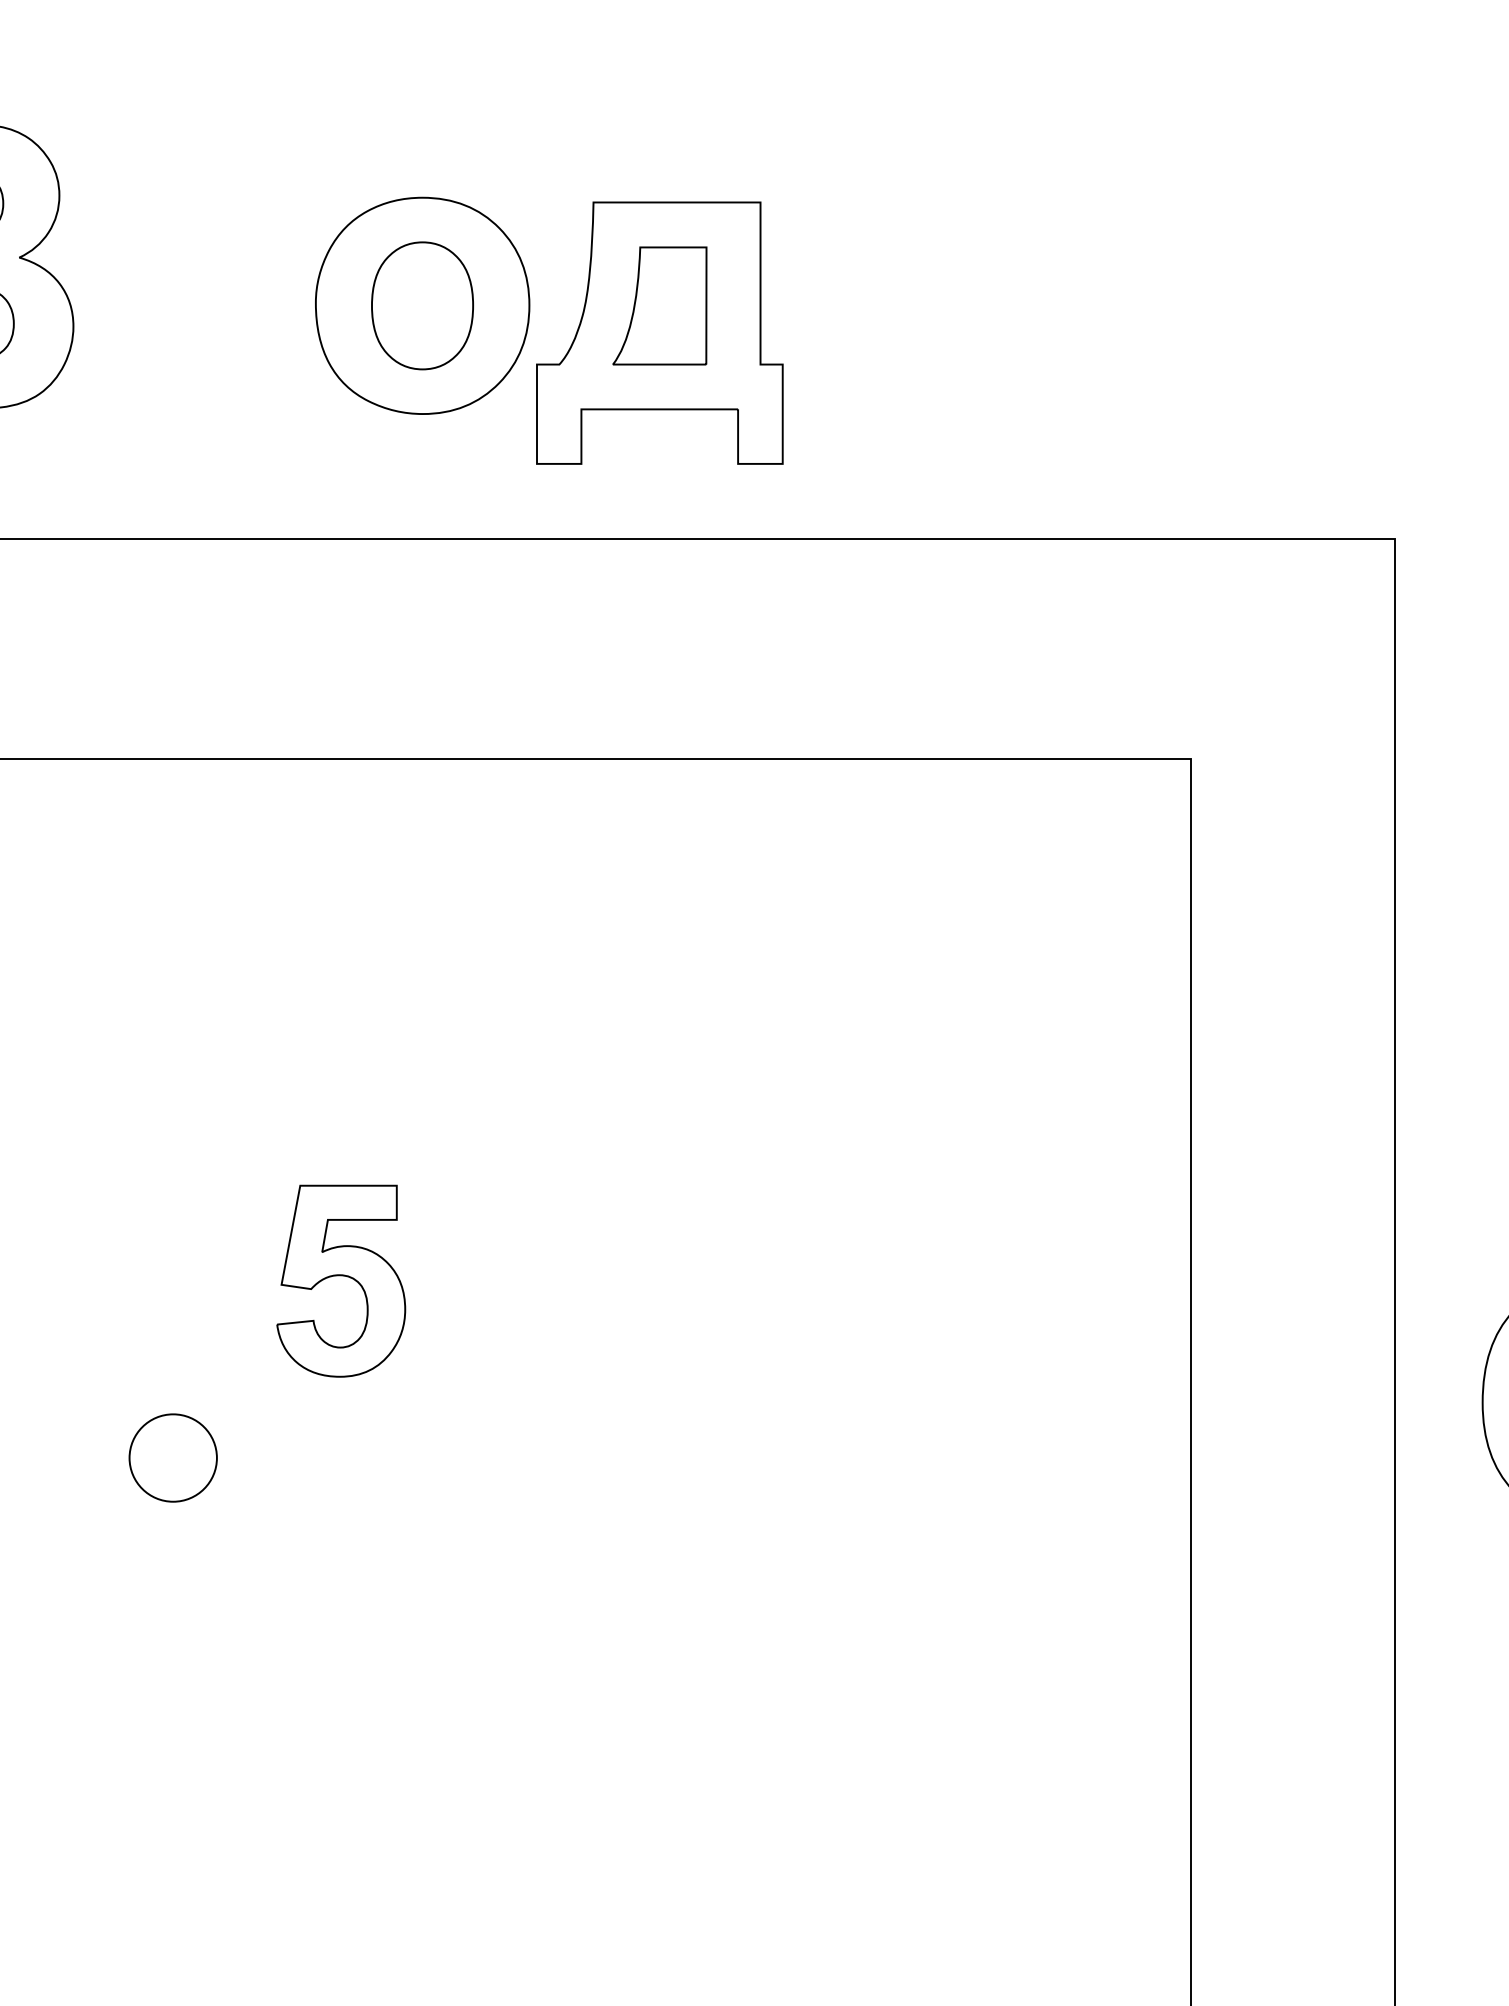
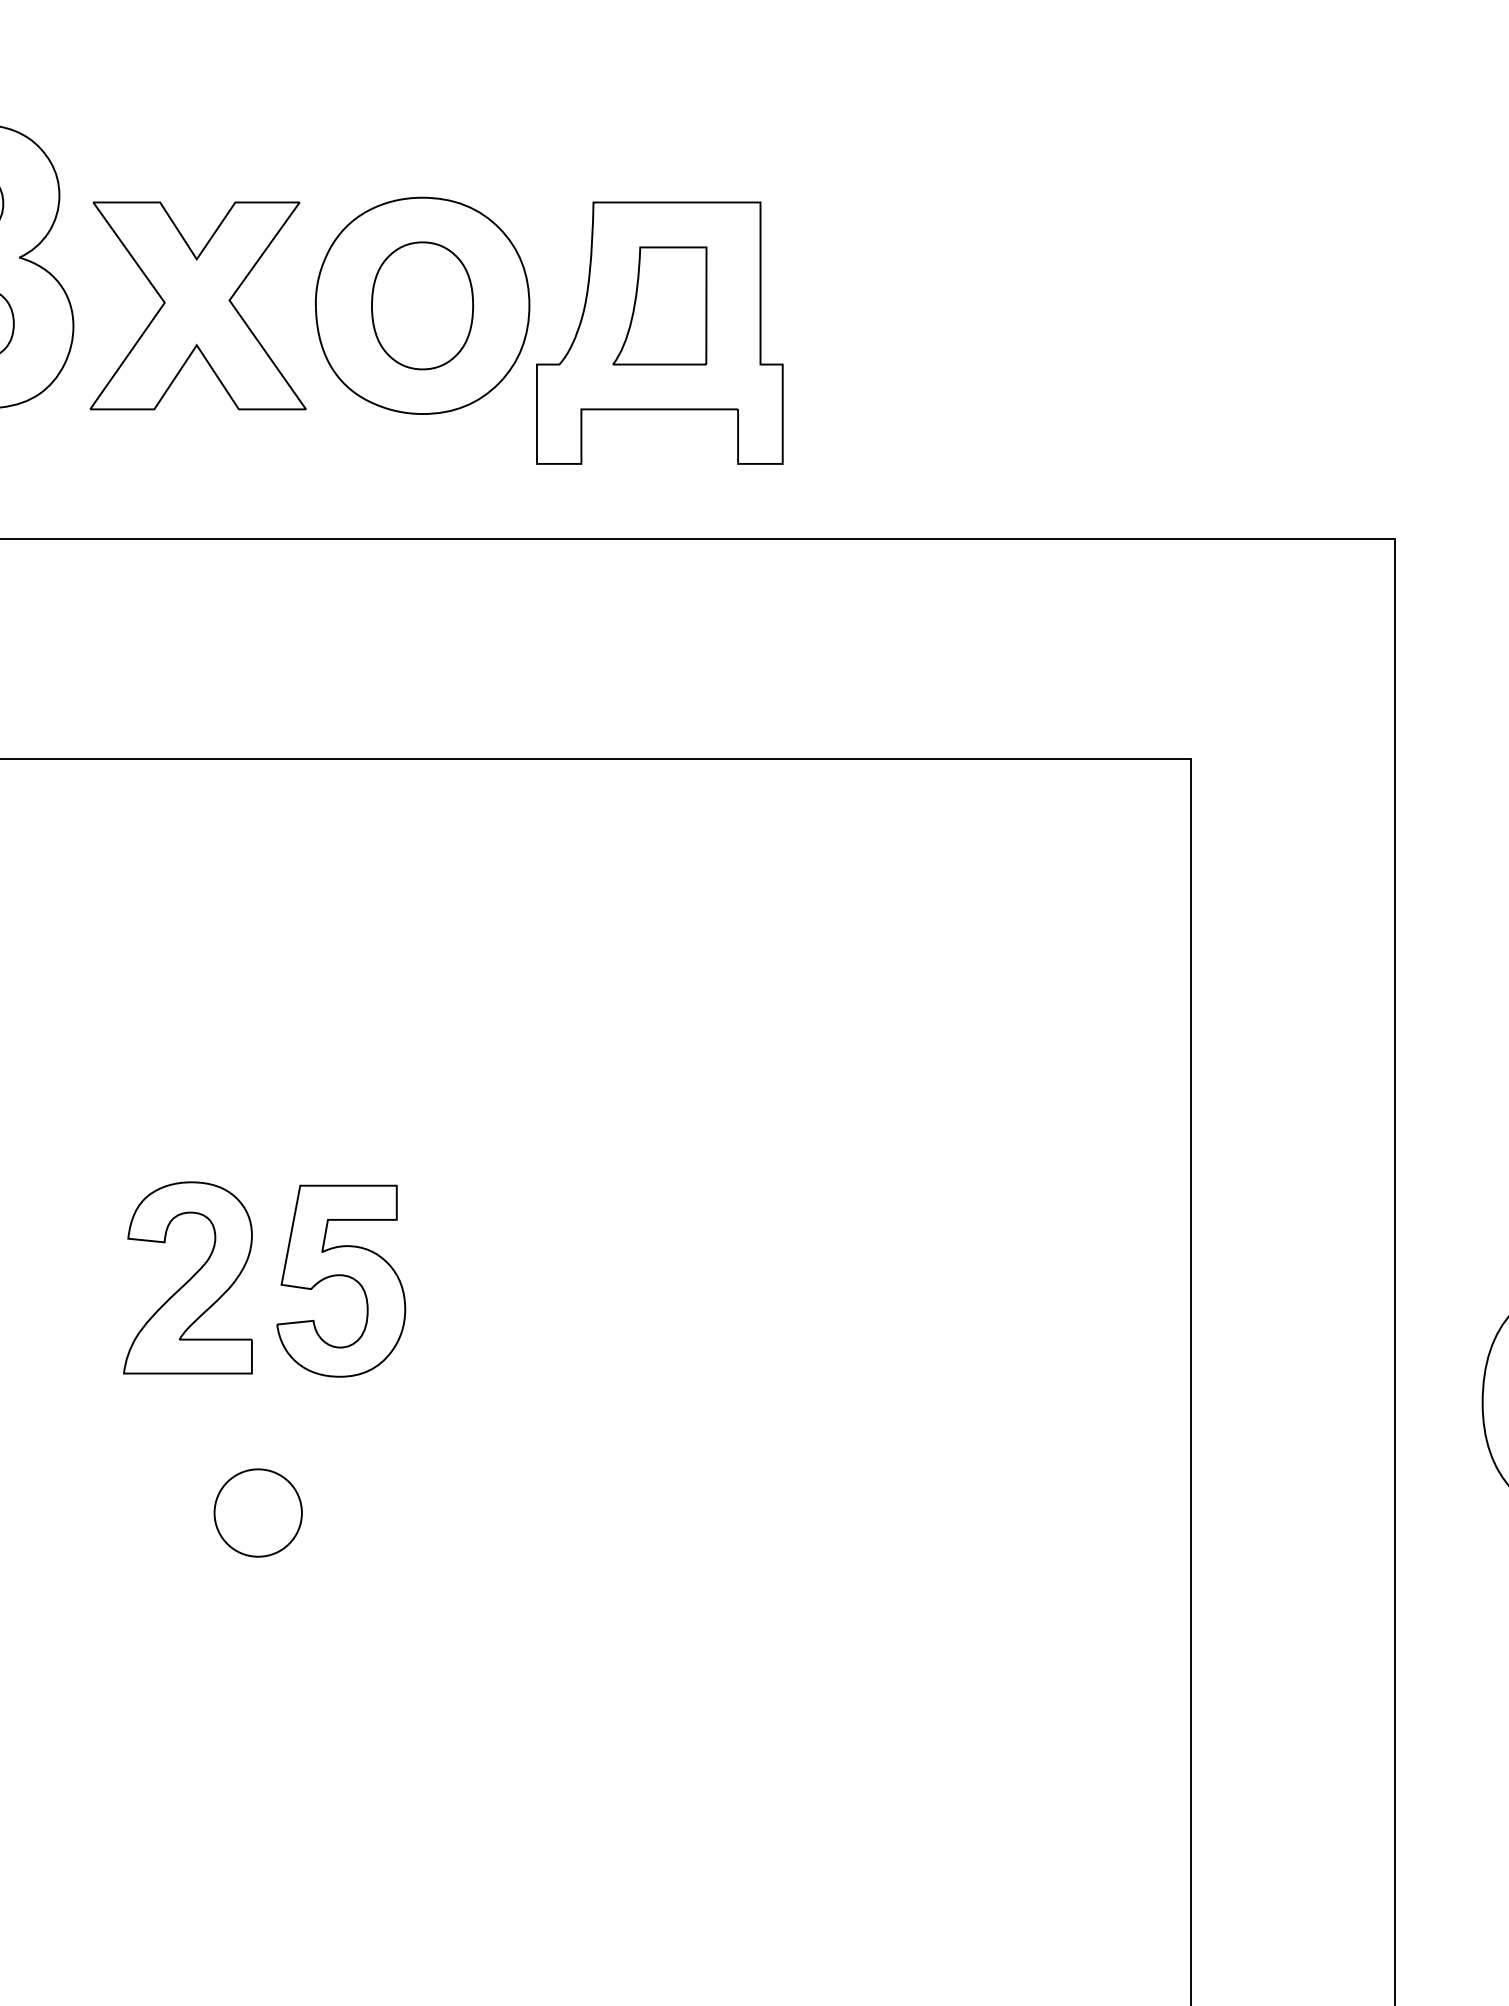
part at (197, 305): none -> present
part at (187, 1277): none -> present
part at (172, 1457) position: (172, 1457) -> (257, 1512)
